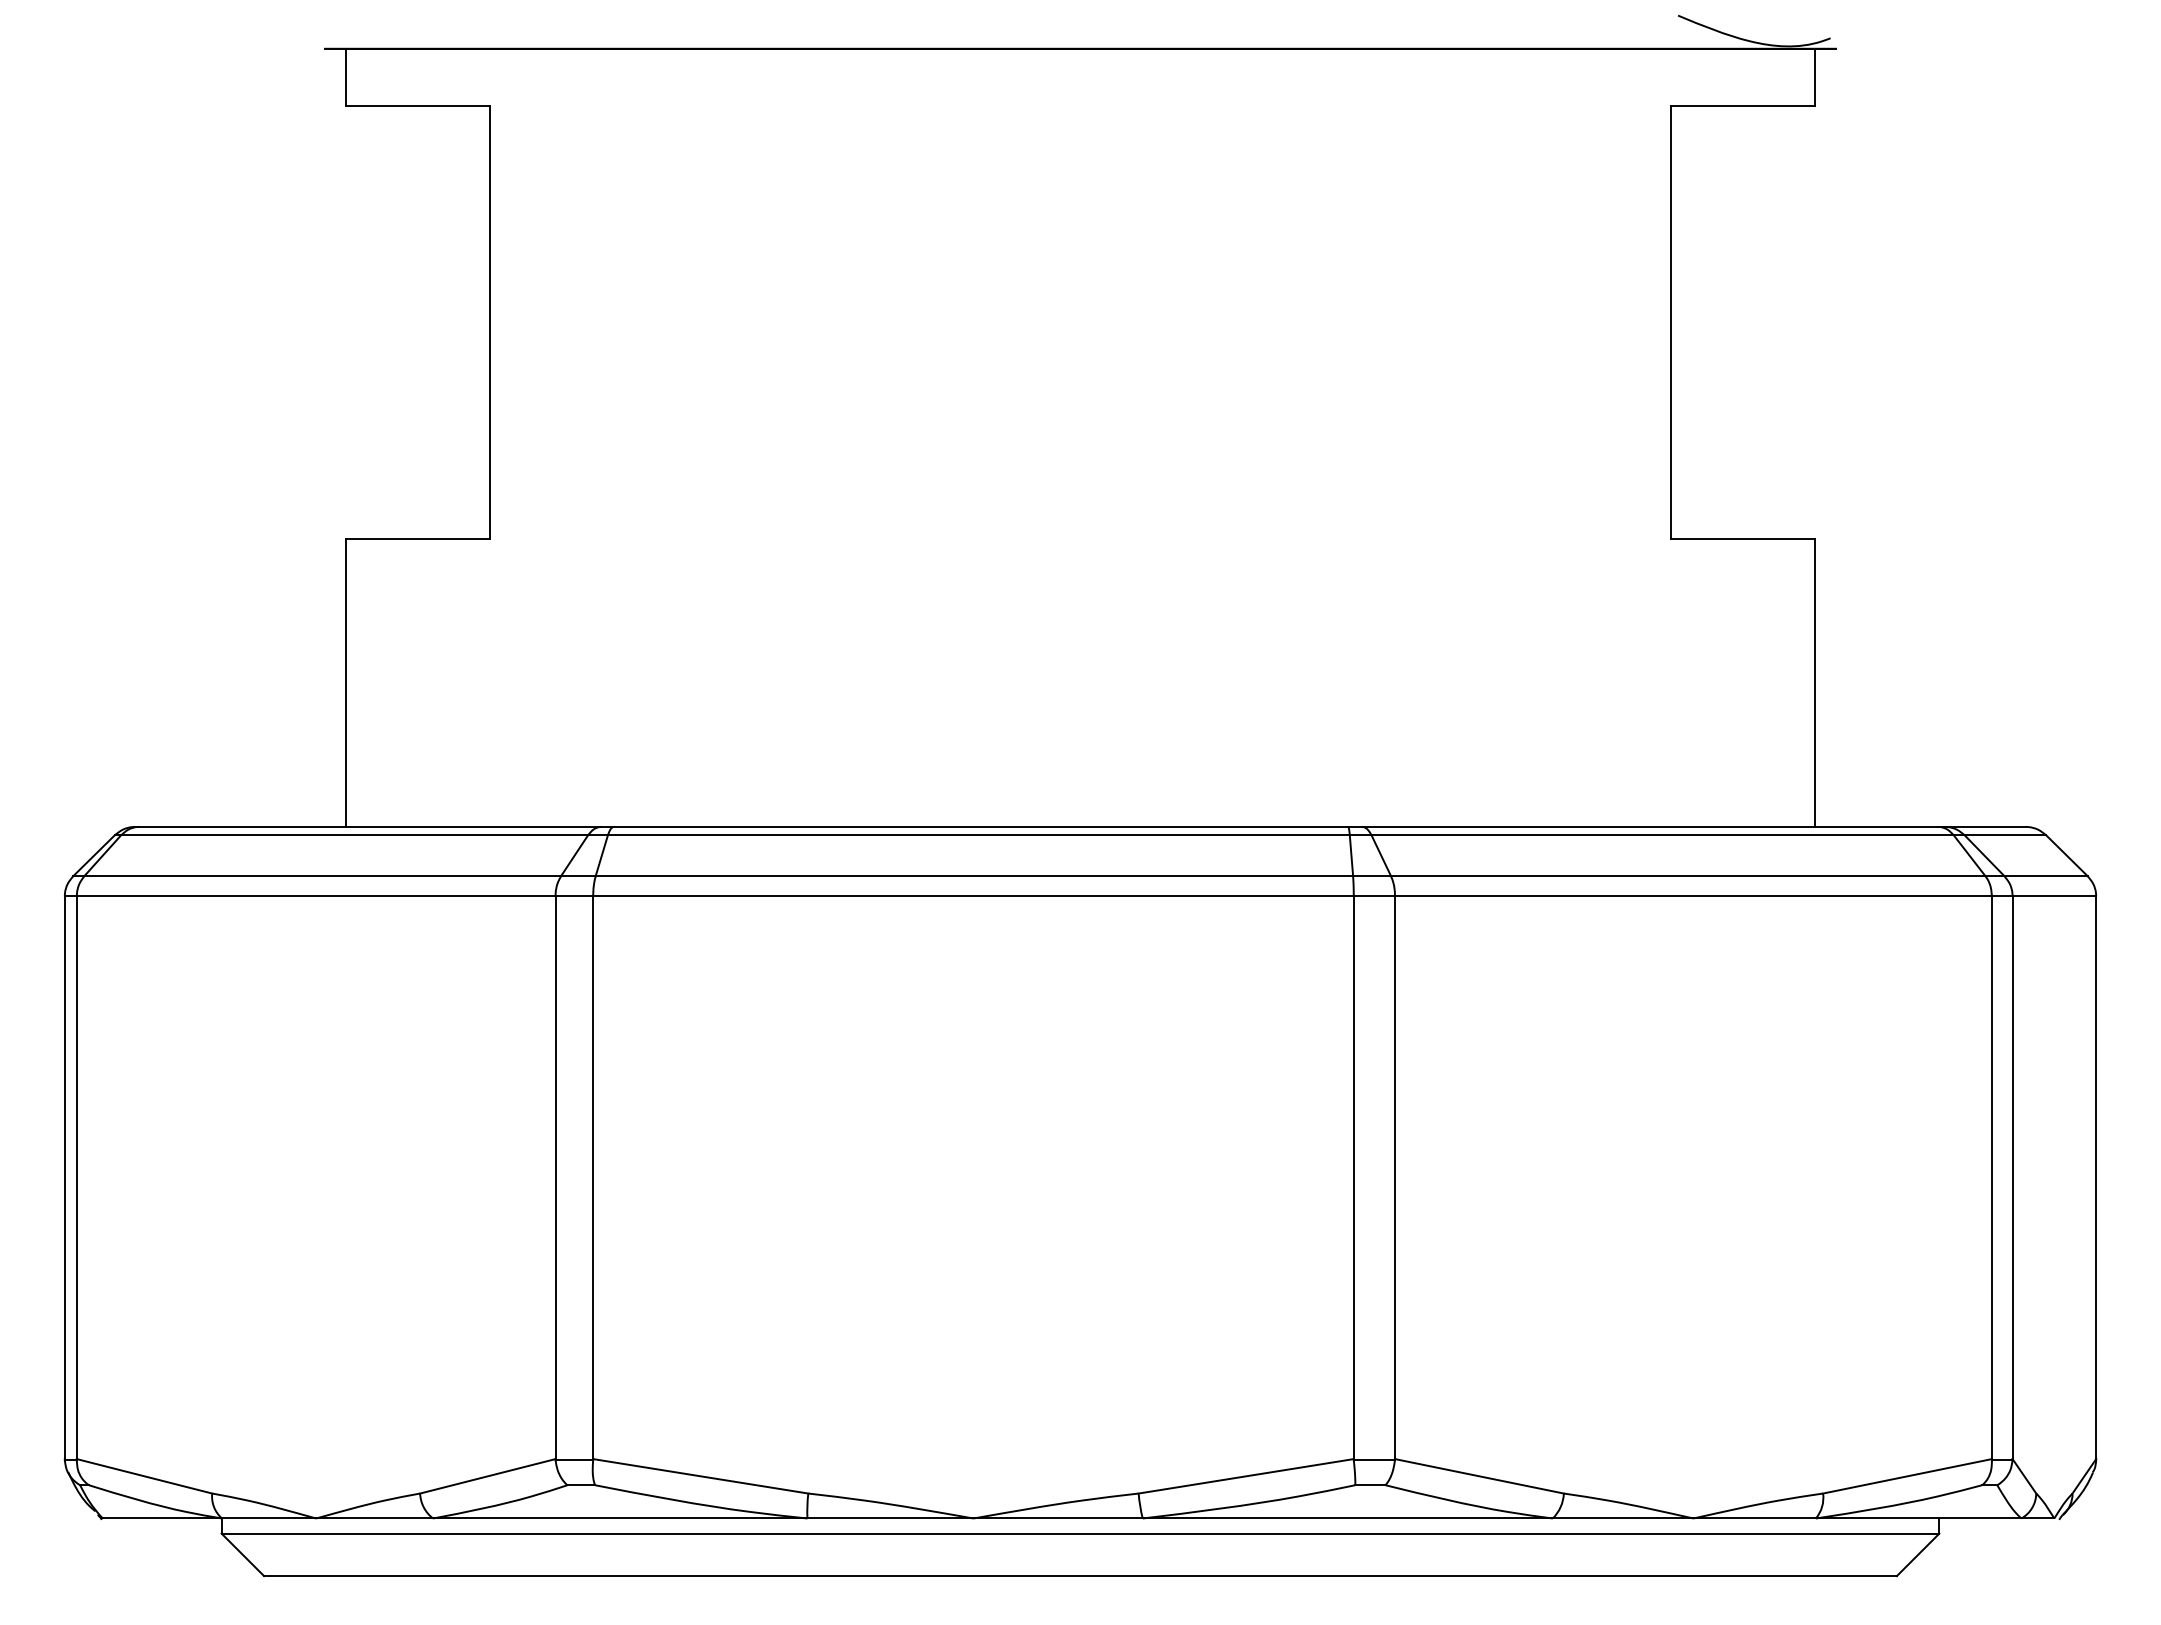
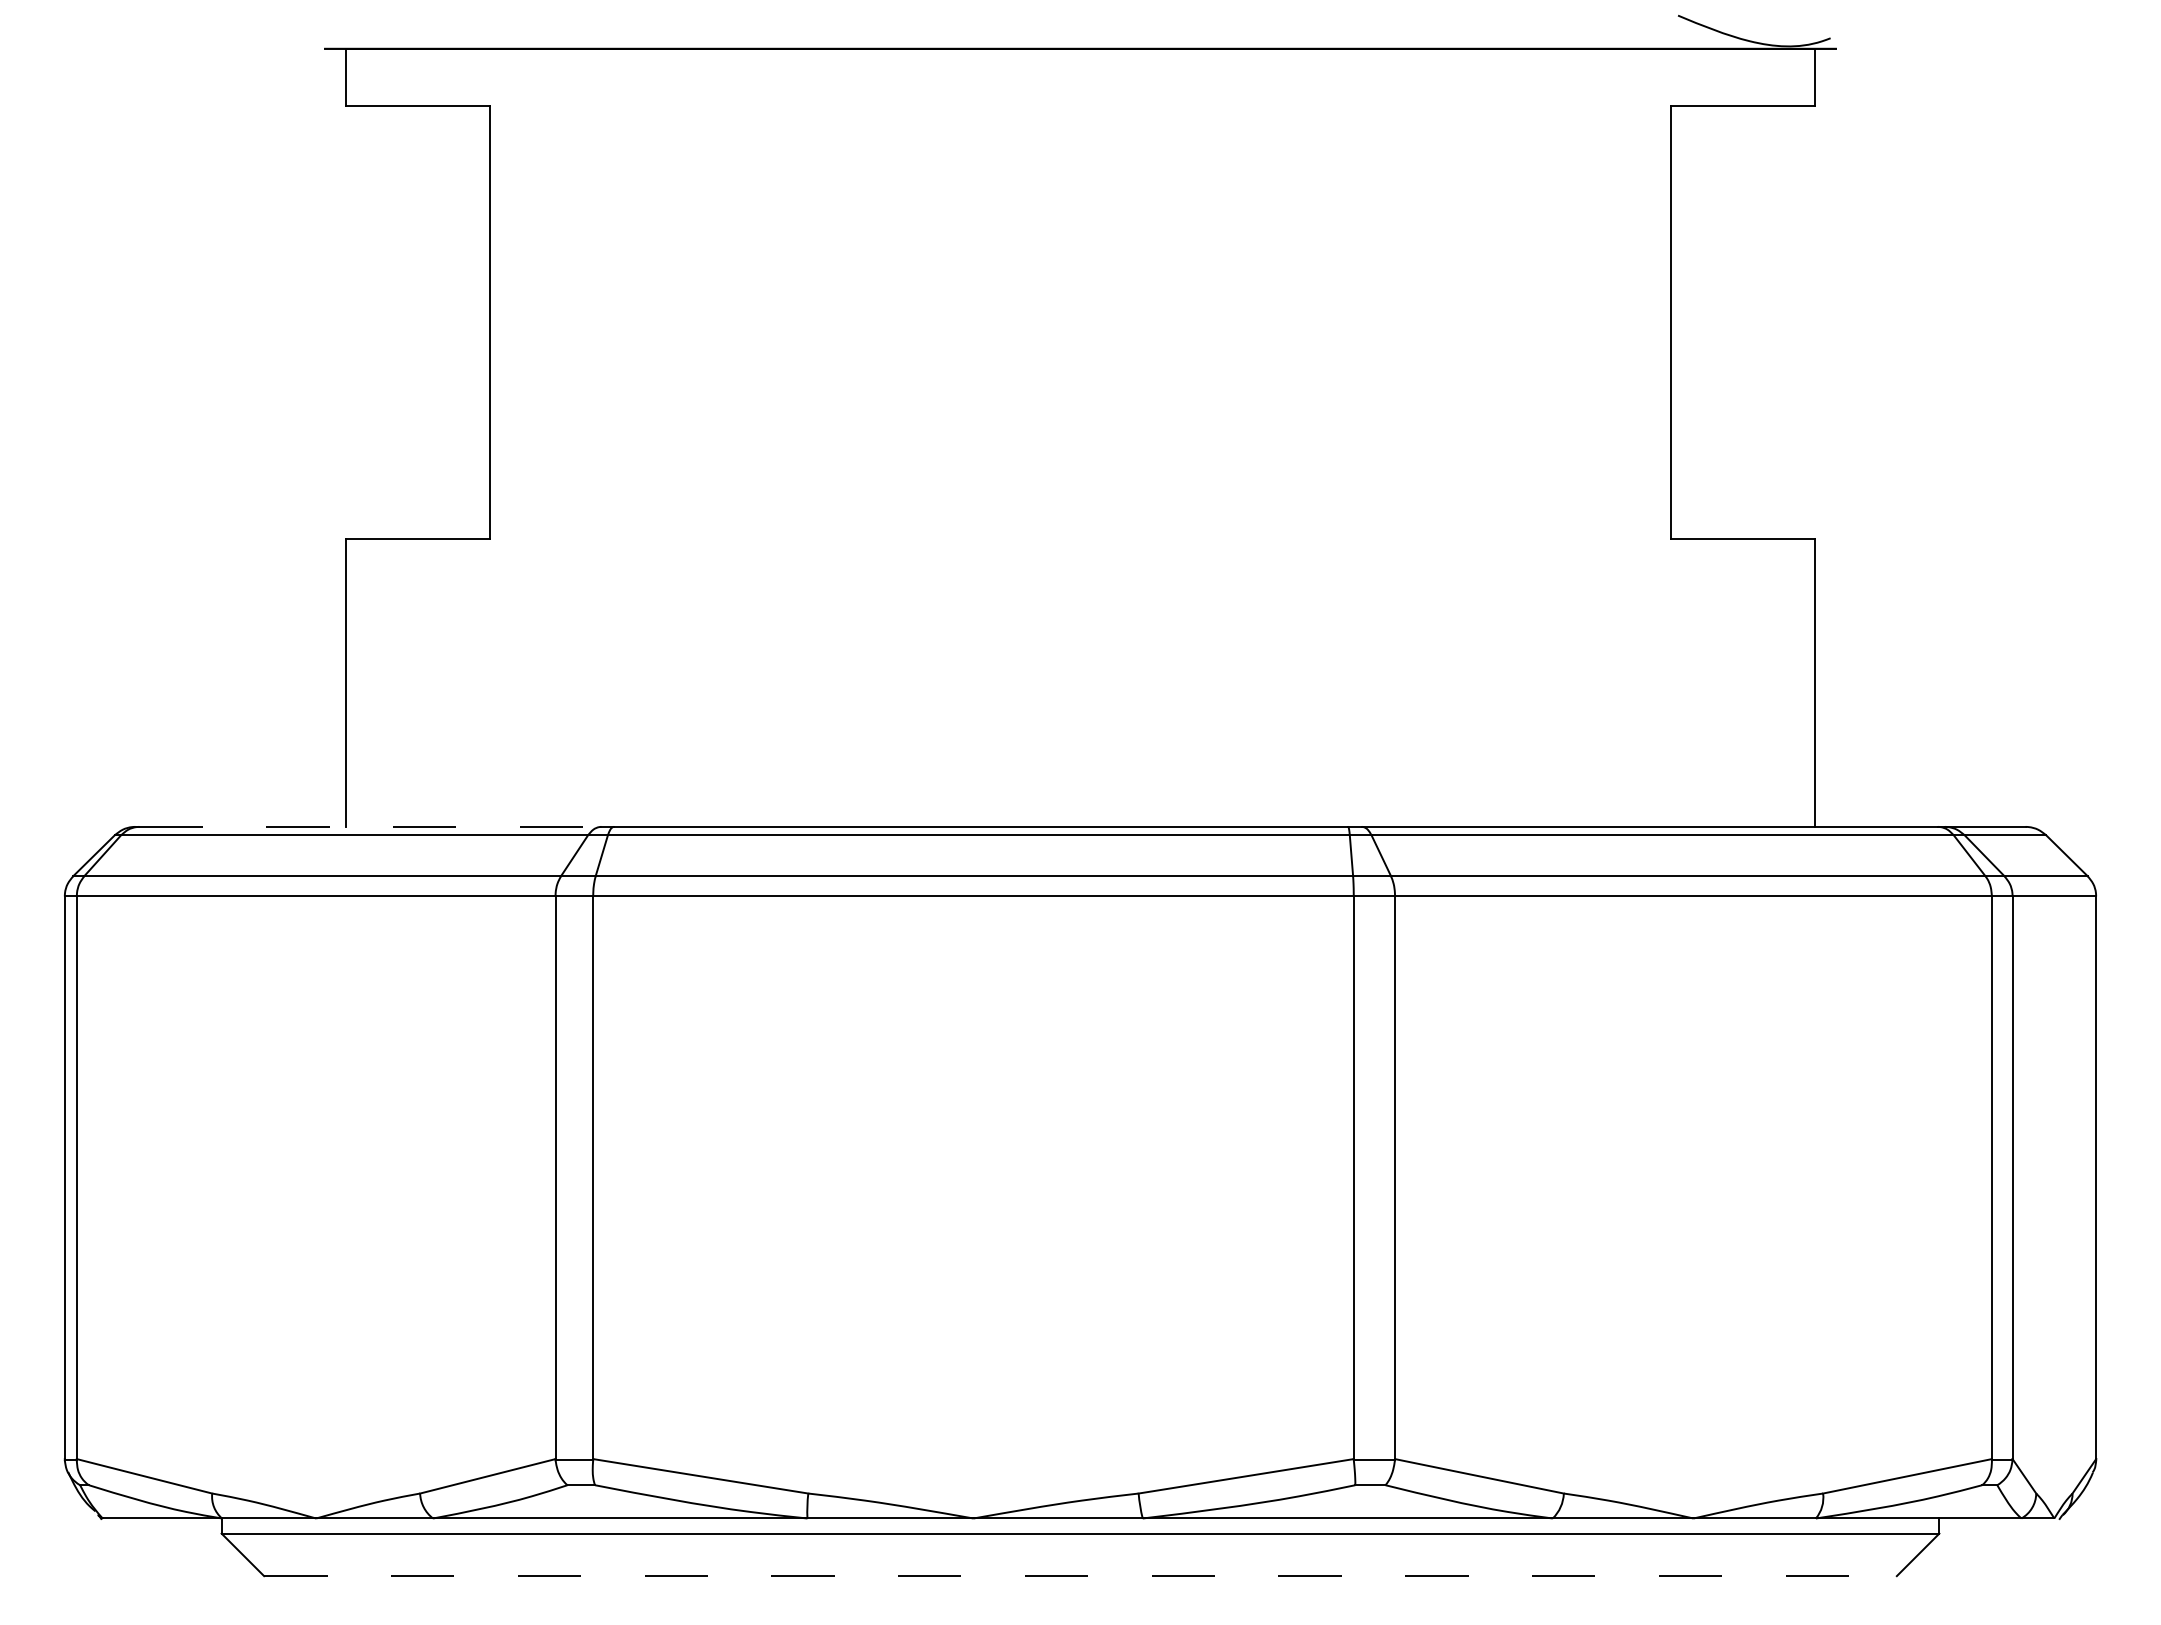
line at (370, 826): solid -> dashed
line at (1081, 1576): solid -> dashed
